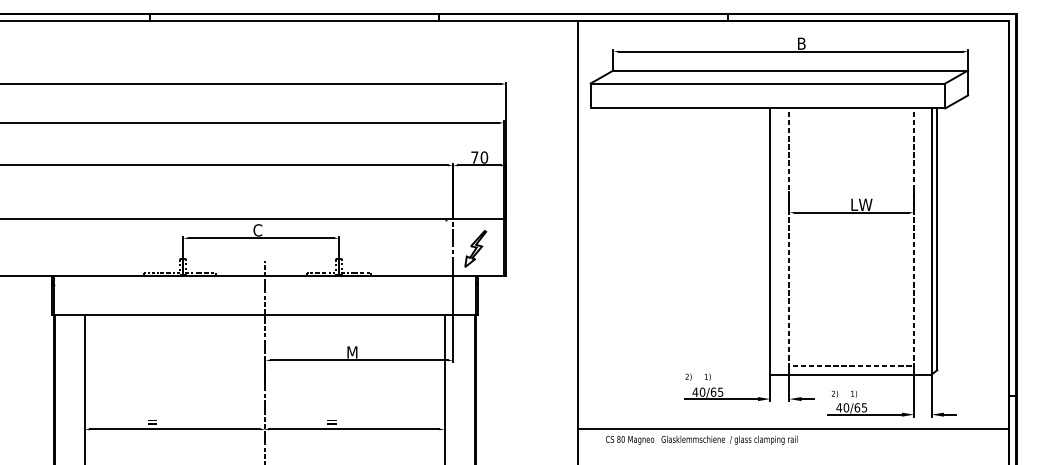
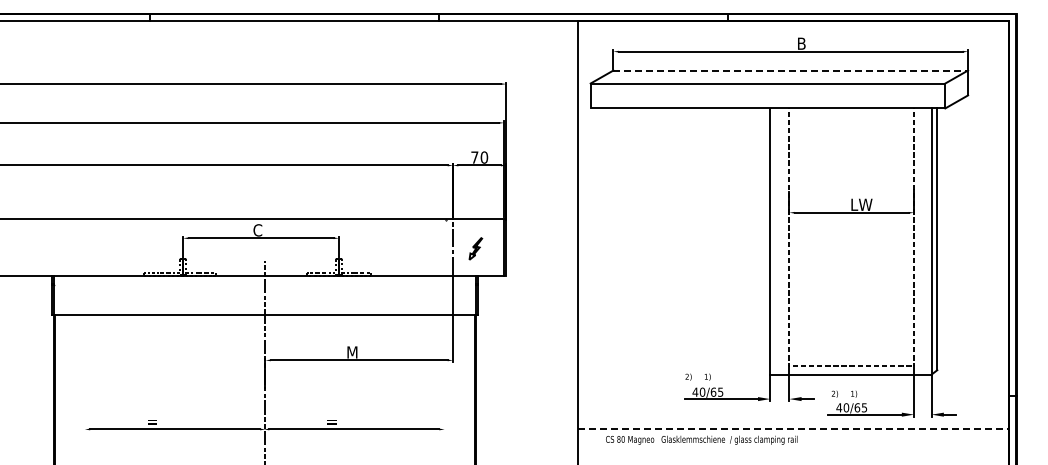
line at (791, 70): solid -> dashed
part at (475, 248) size: 24x38 px -> 16x24 px
line at (84, 388): present -> none
line at (445, 388): present -> none
line at (793, 428): solid -> dashed
